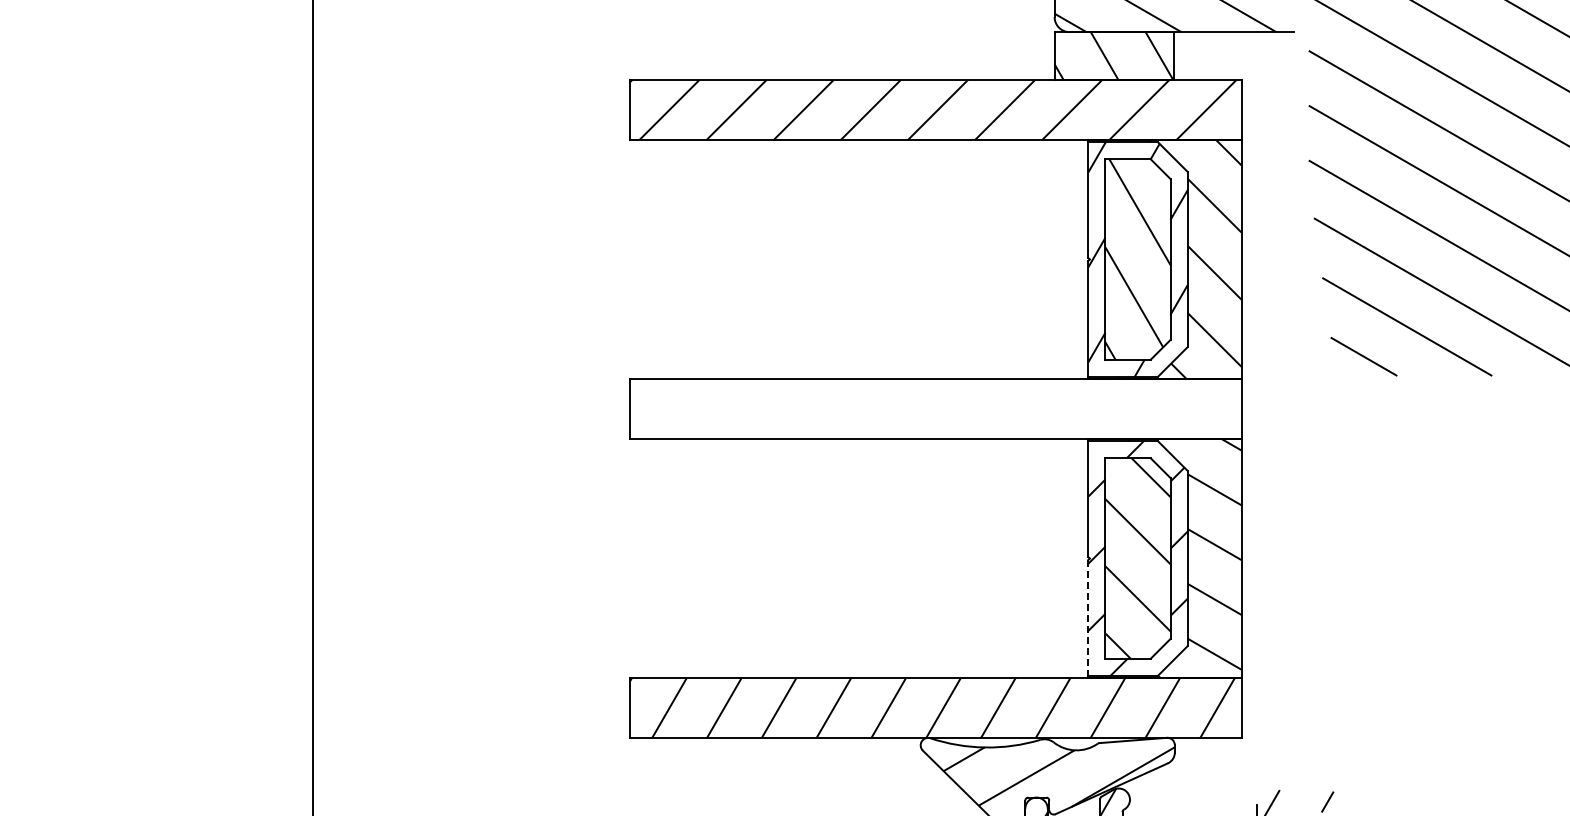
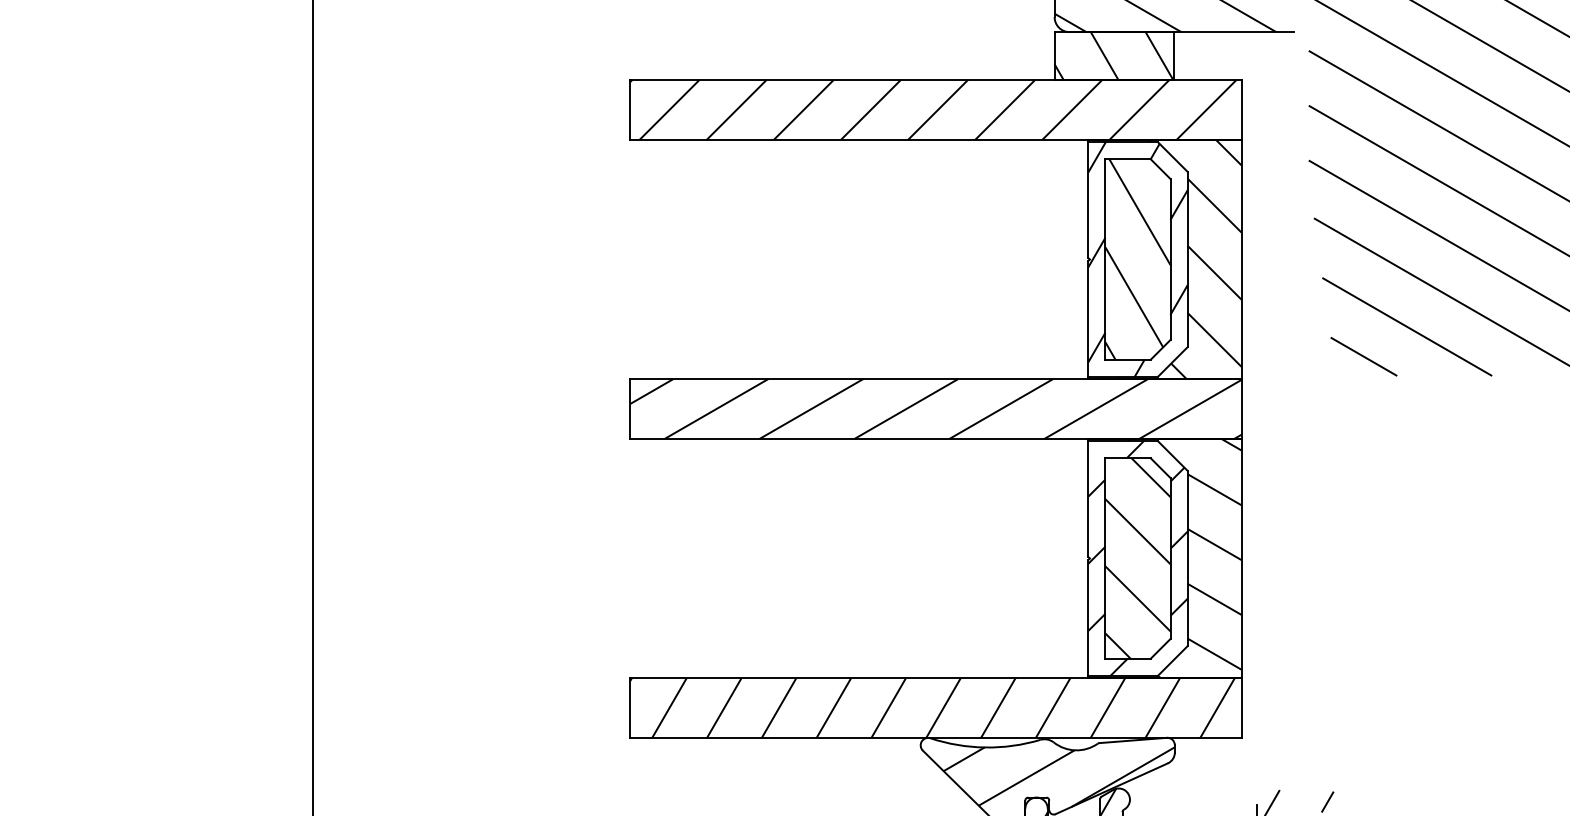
hatch at (935, 408): none -> present
line at (1088, 618): dashed -> solid
